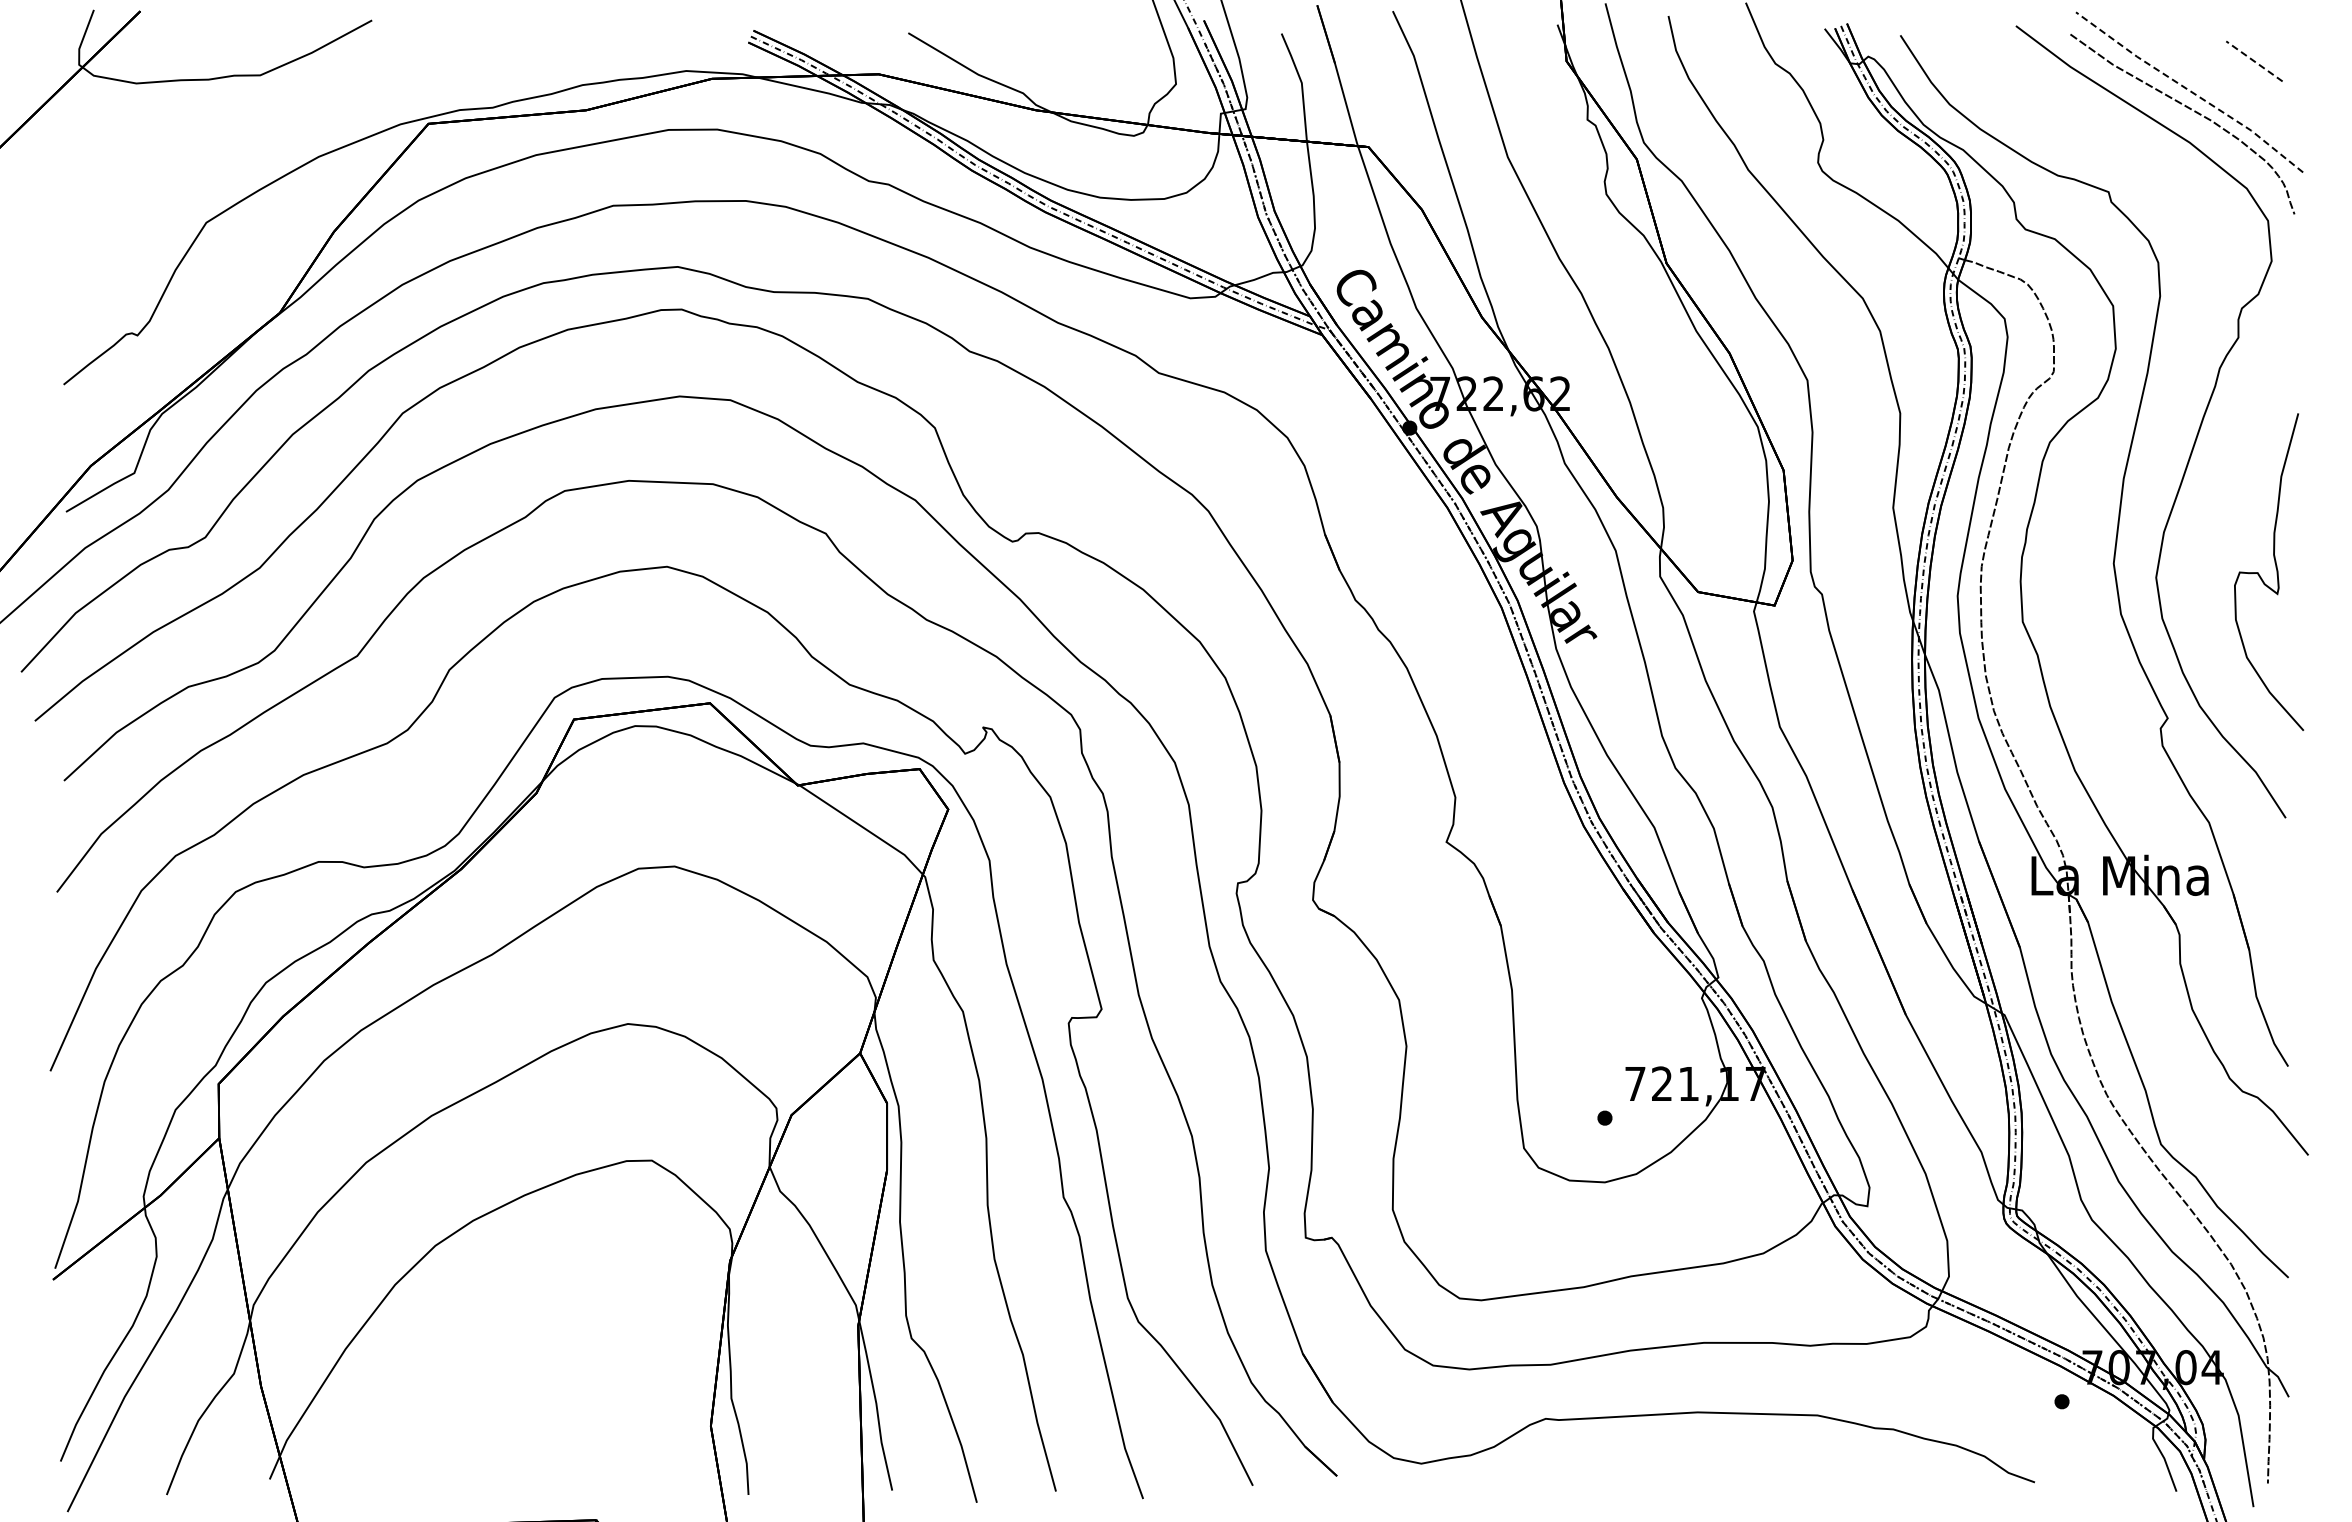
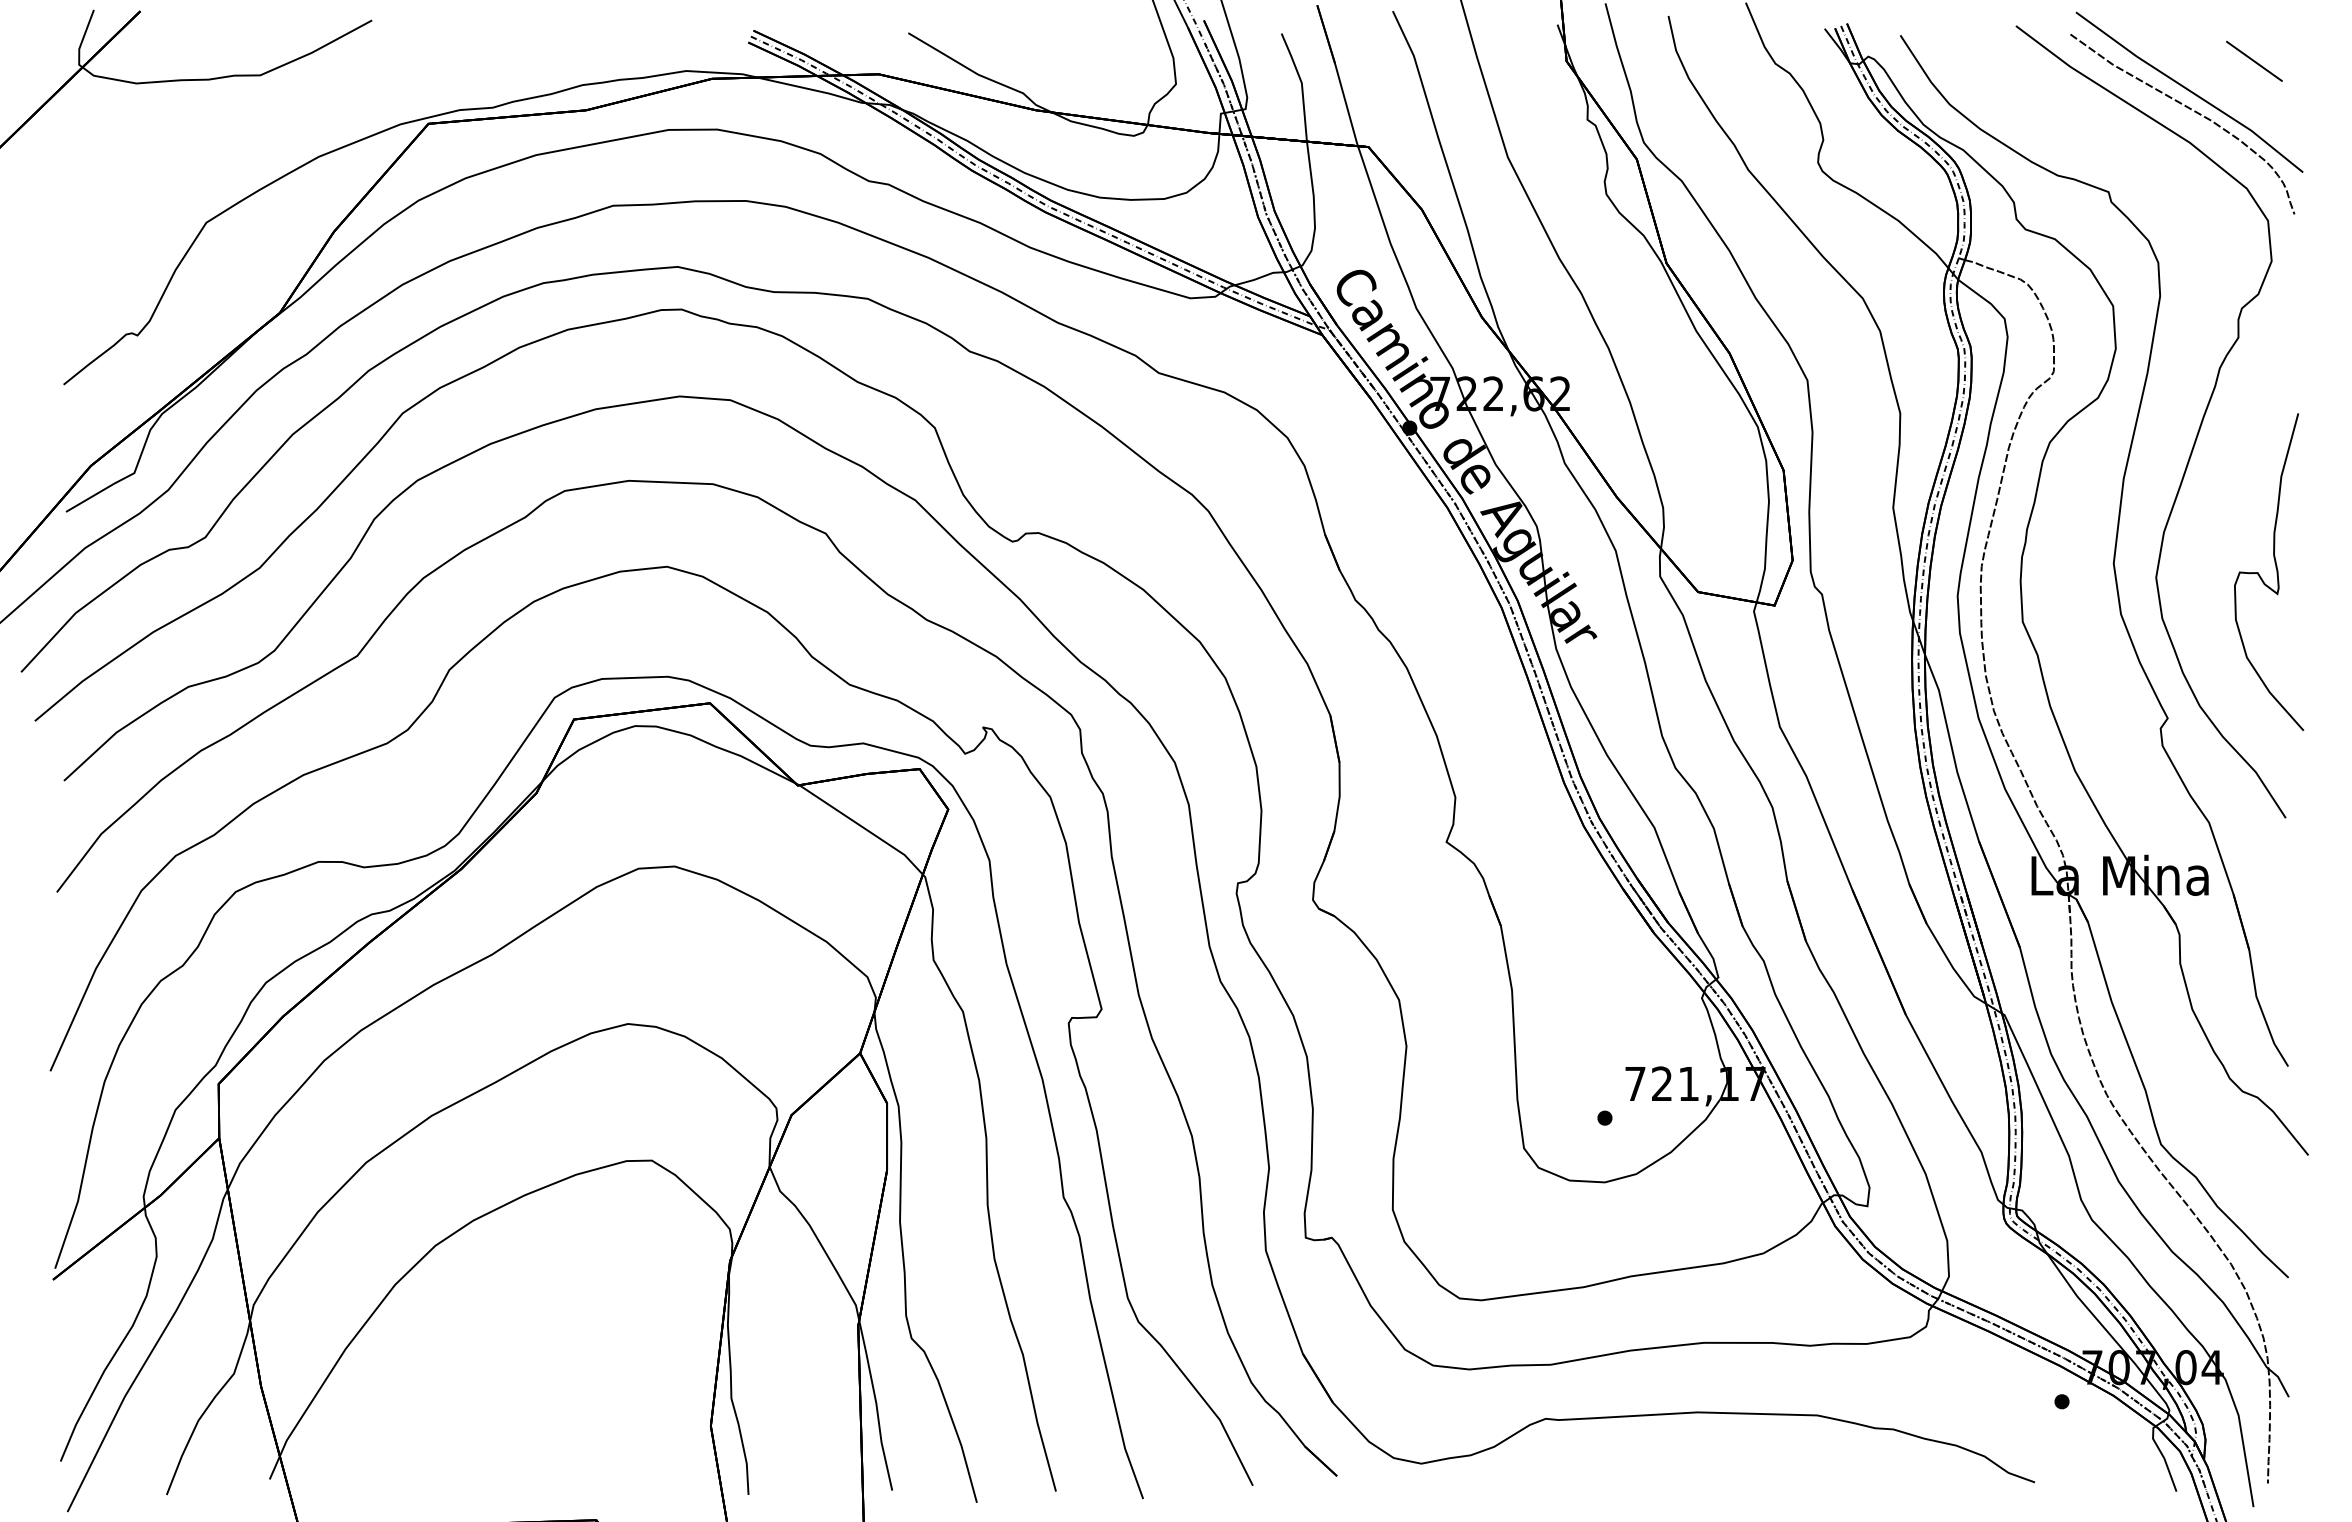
line at (2254, 61): dashed -> solid
line at (2190, 91): dashed -> solid
